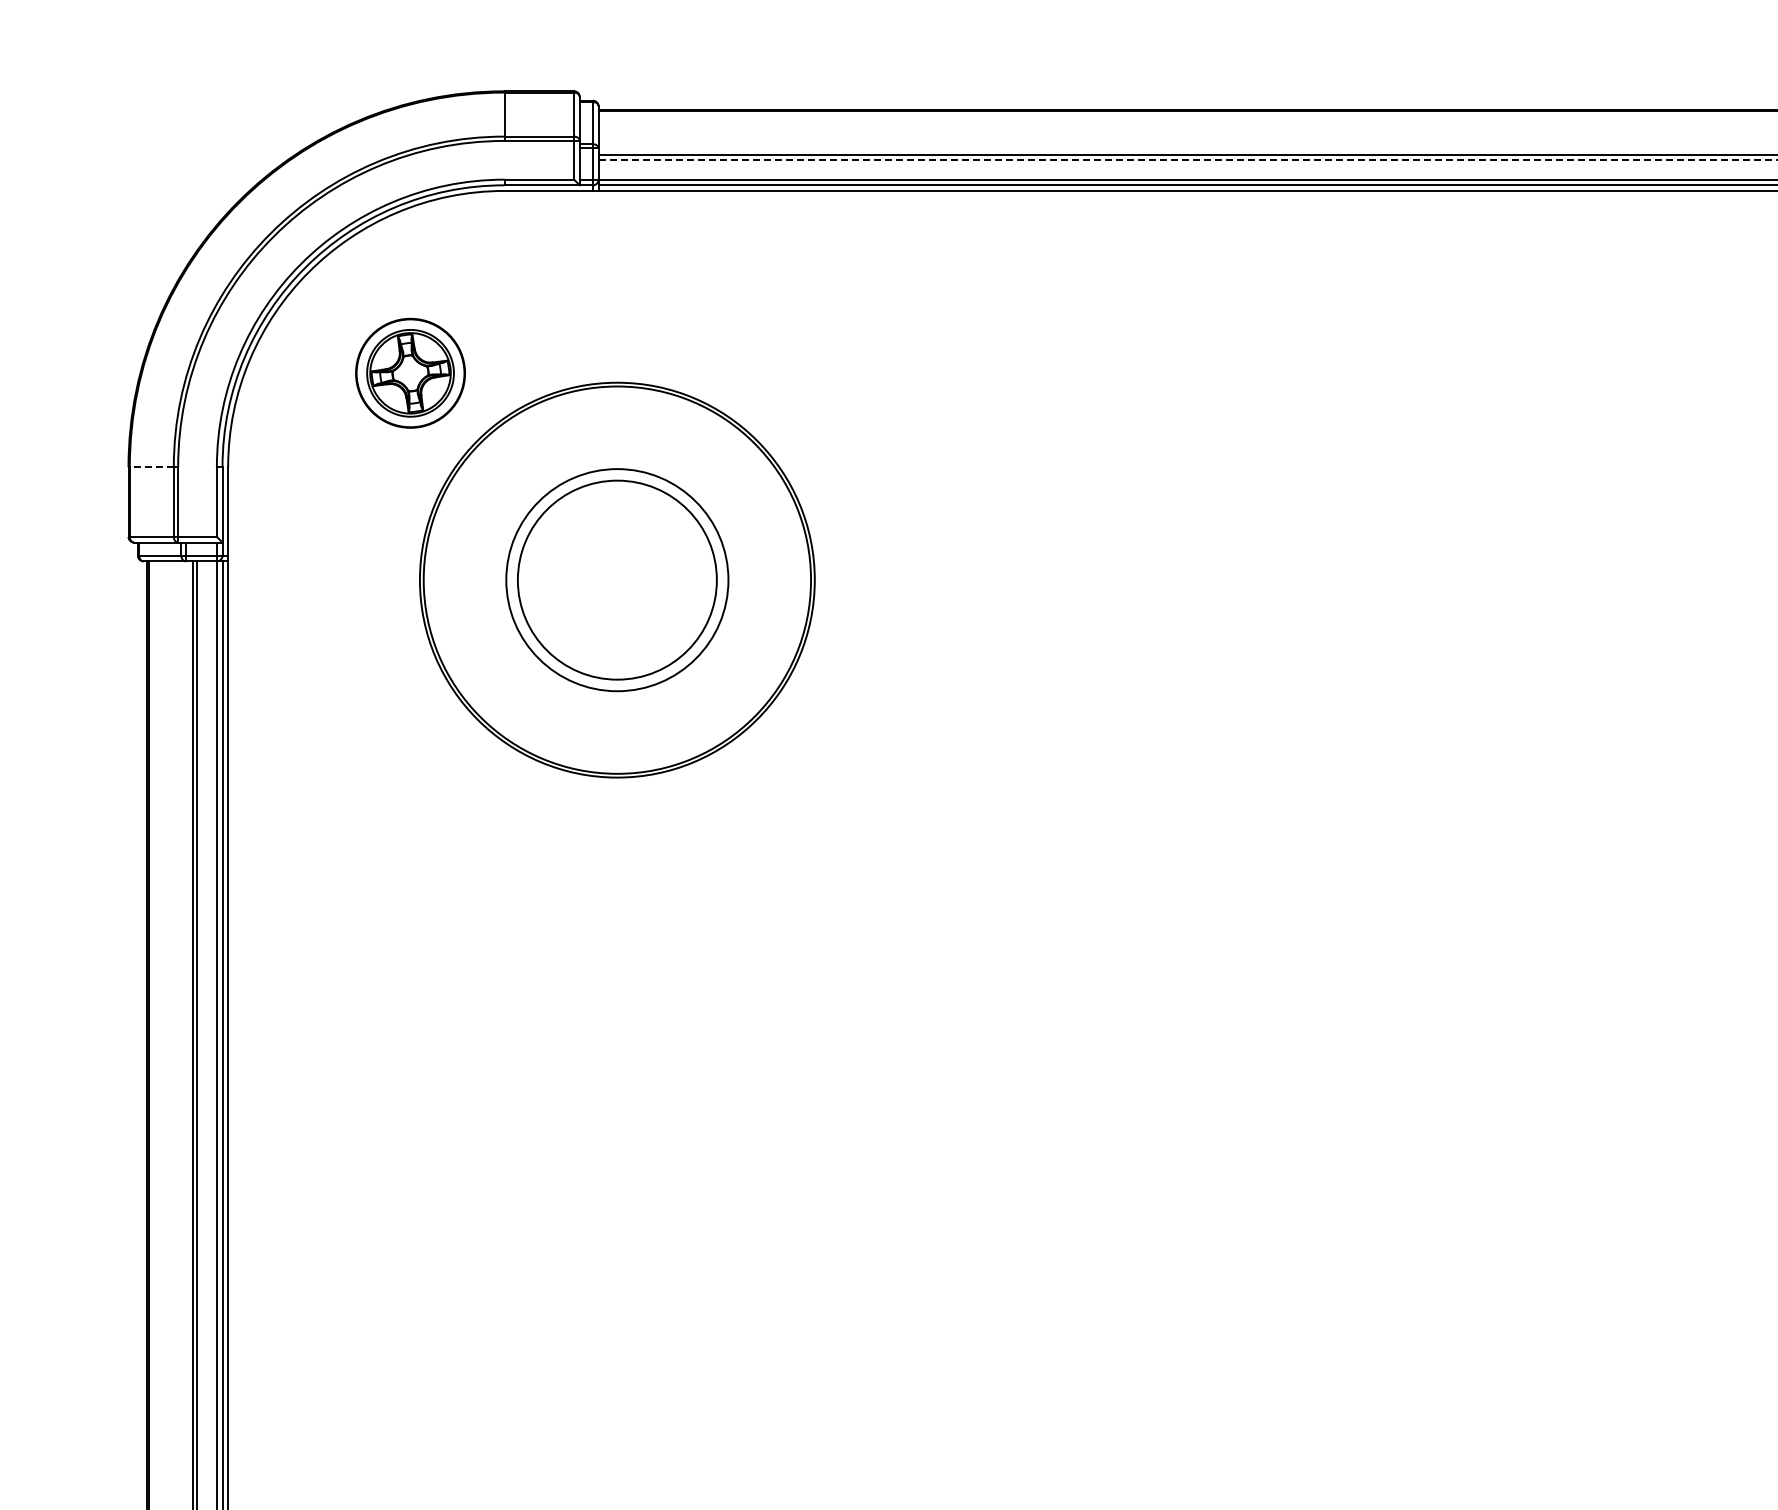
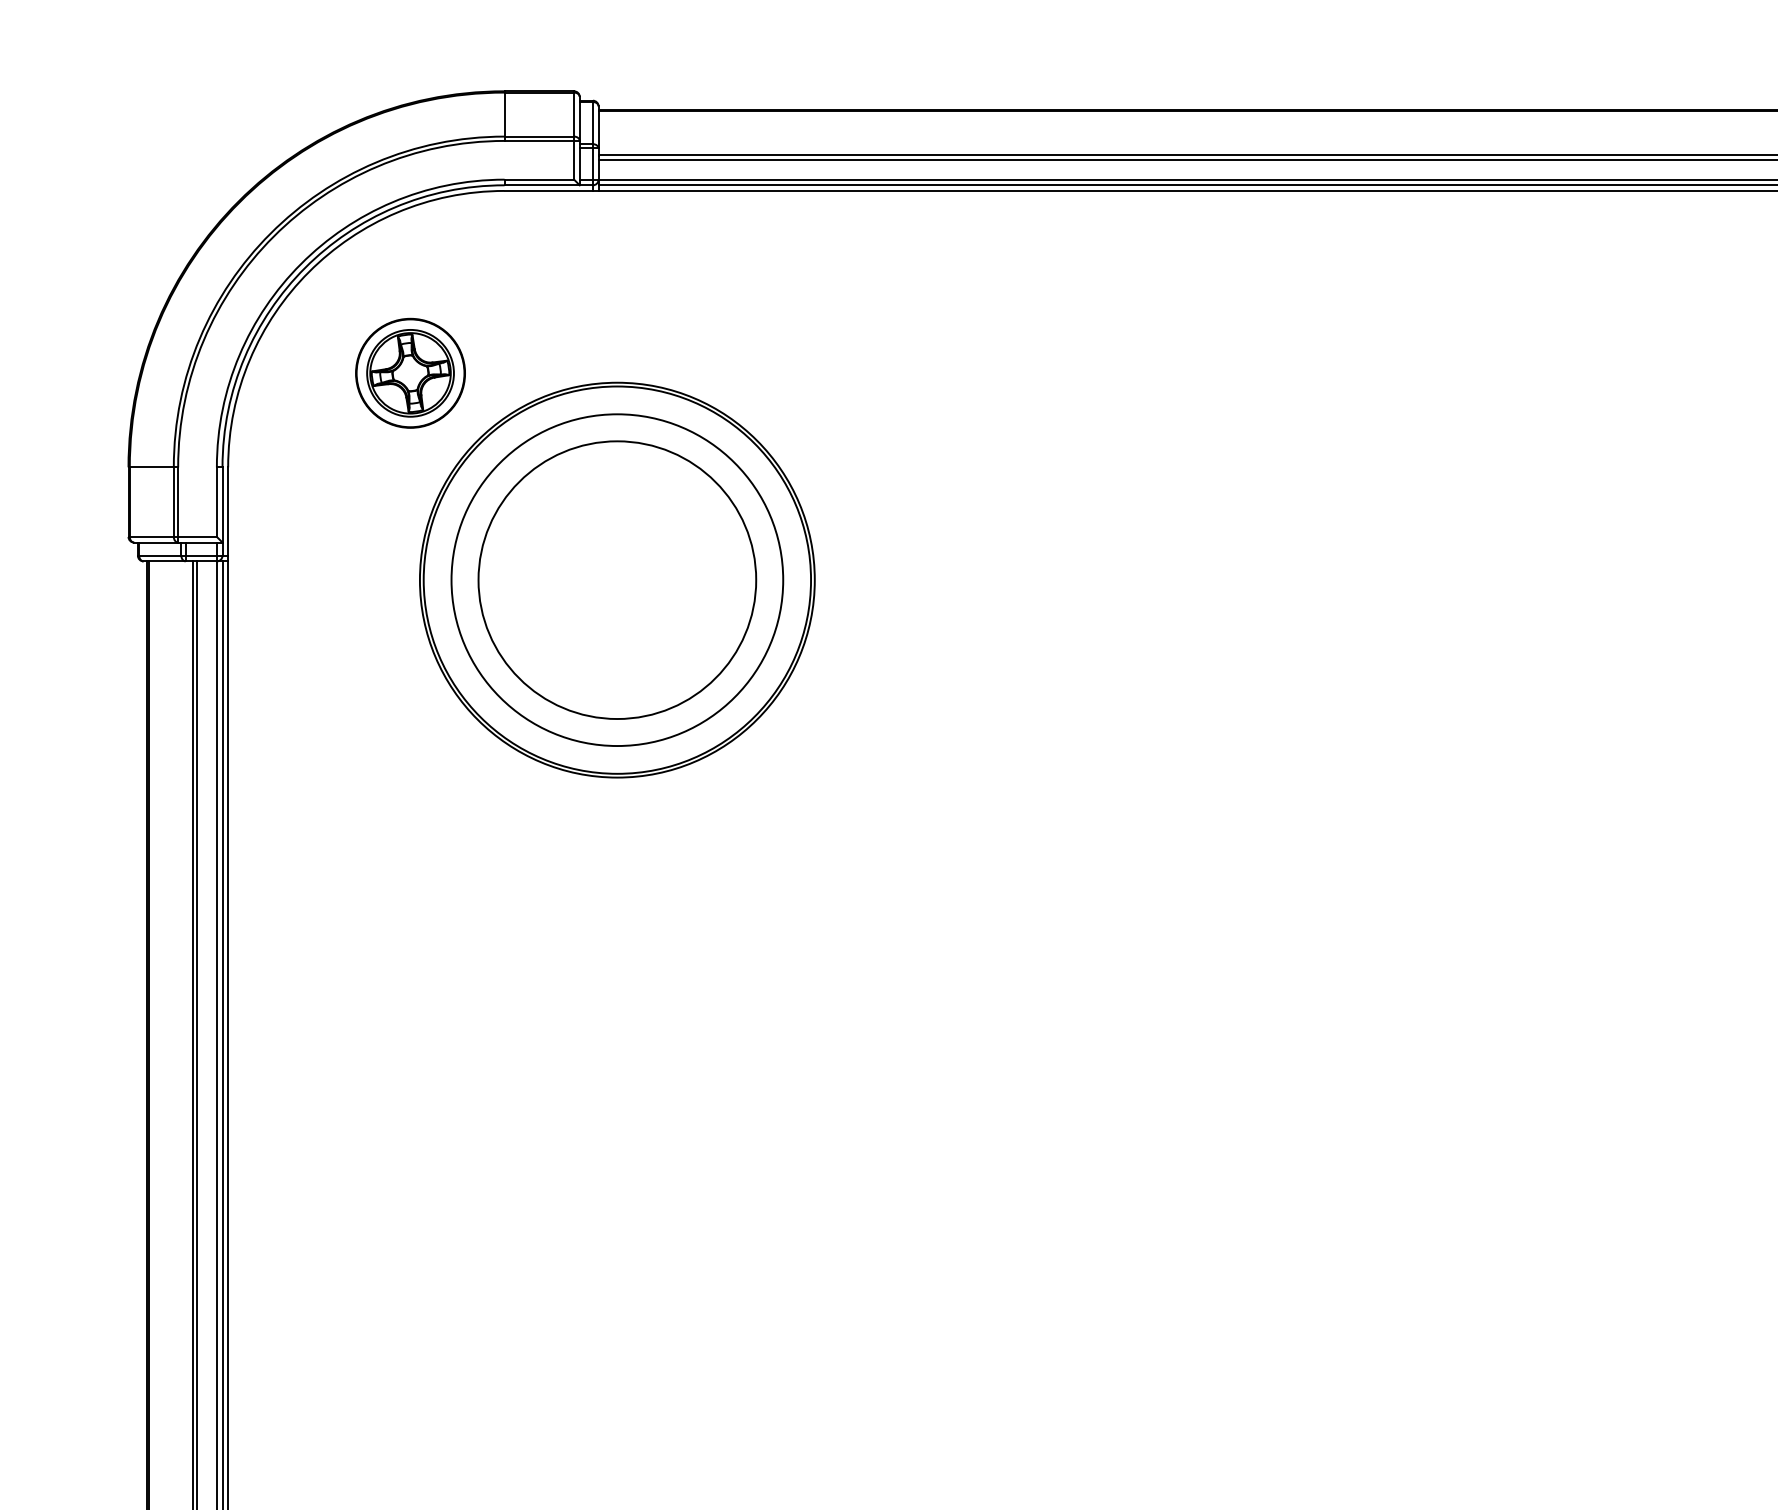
line at (1188, 159): dashed -> solid
line at (151, 467): dashed -> solid
circle at (616, 579) diameter: 199 px -> 332 px
circle at (617, 580) diameter: 222 px -> 278 px
